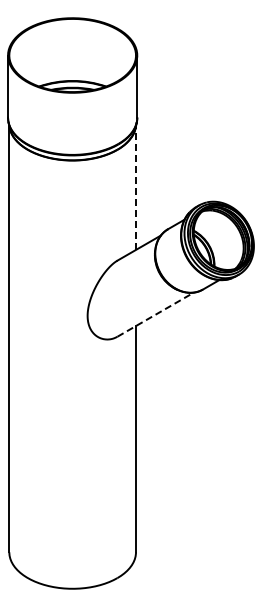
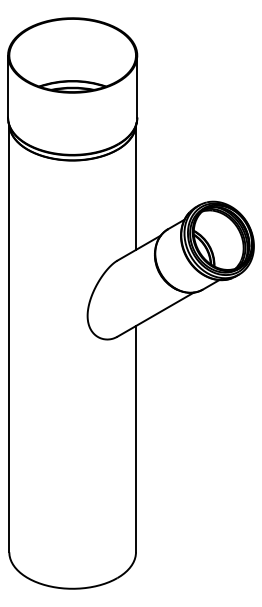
line at (136, 188): dashed -> solid
line at (156, 314): dashed -> solid
